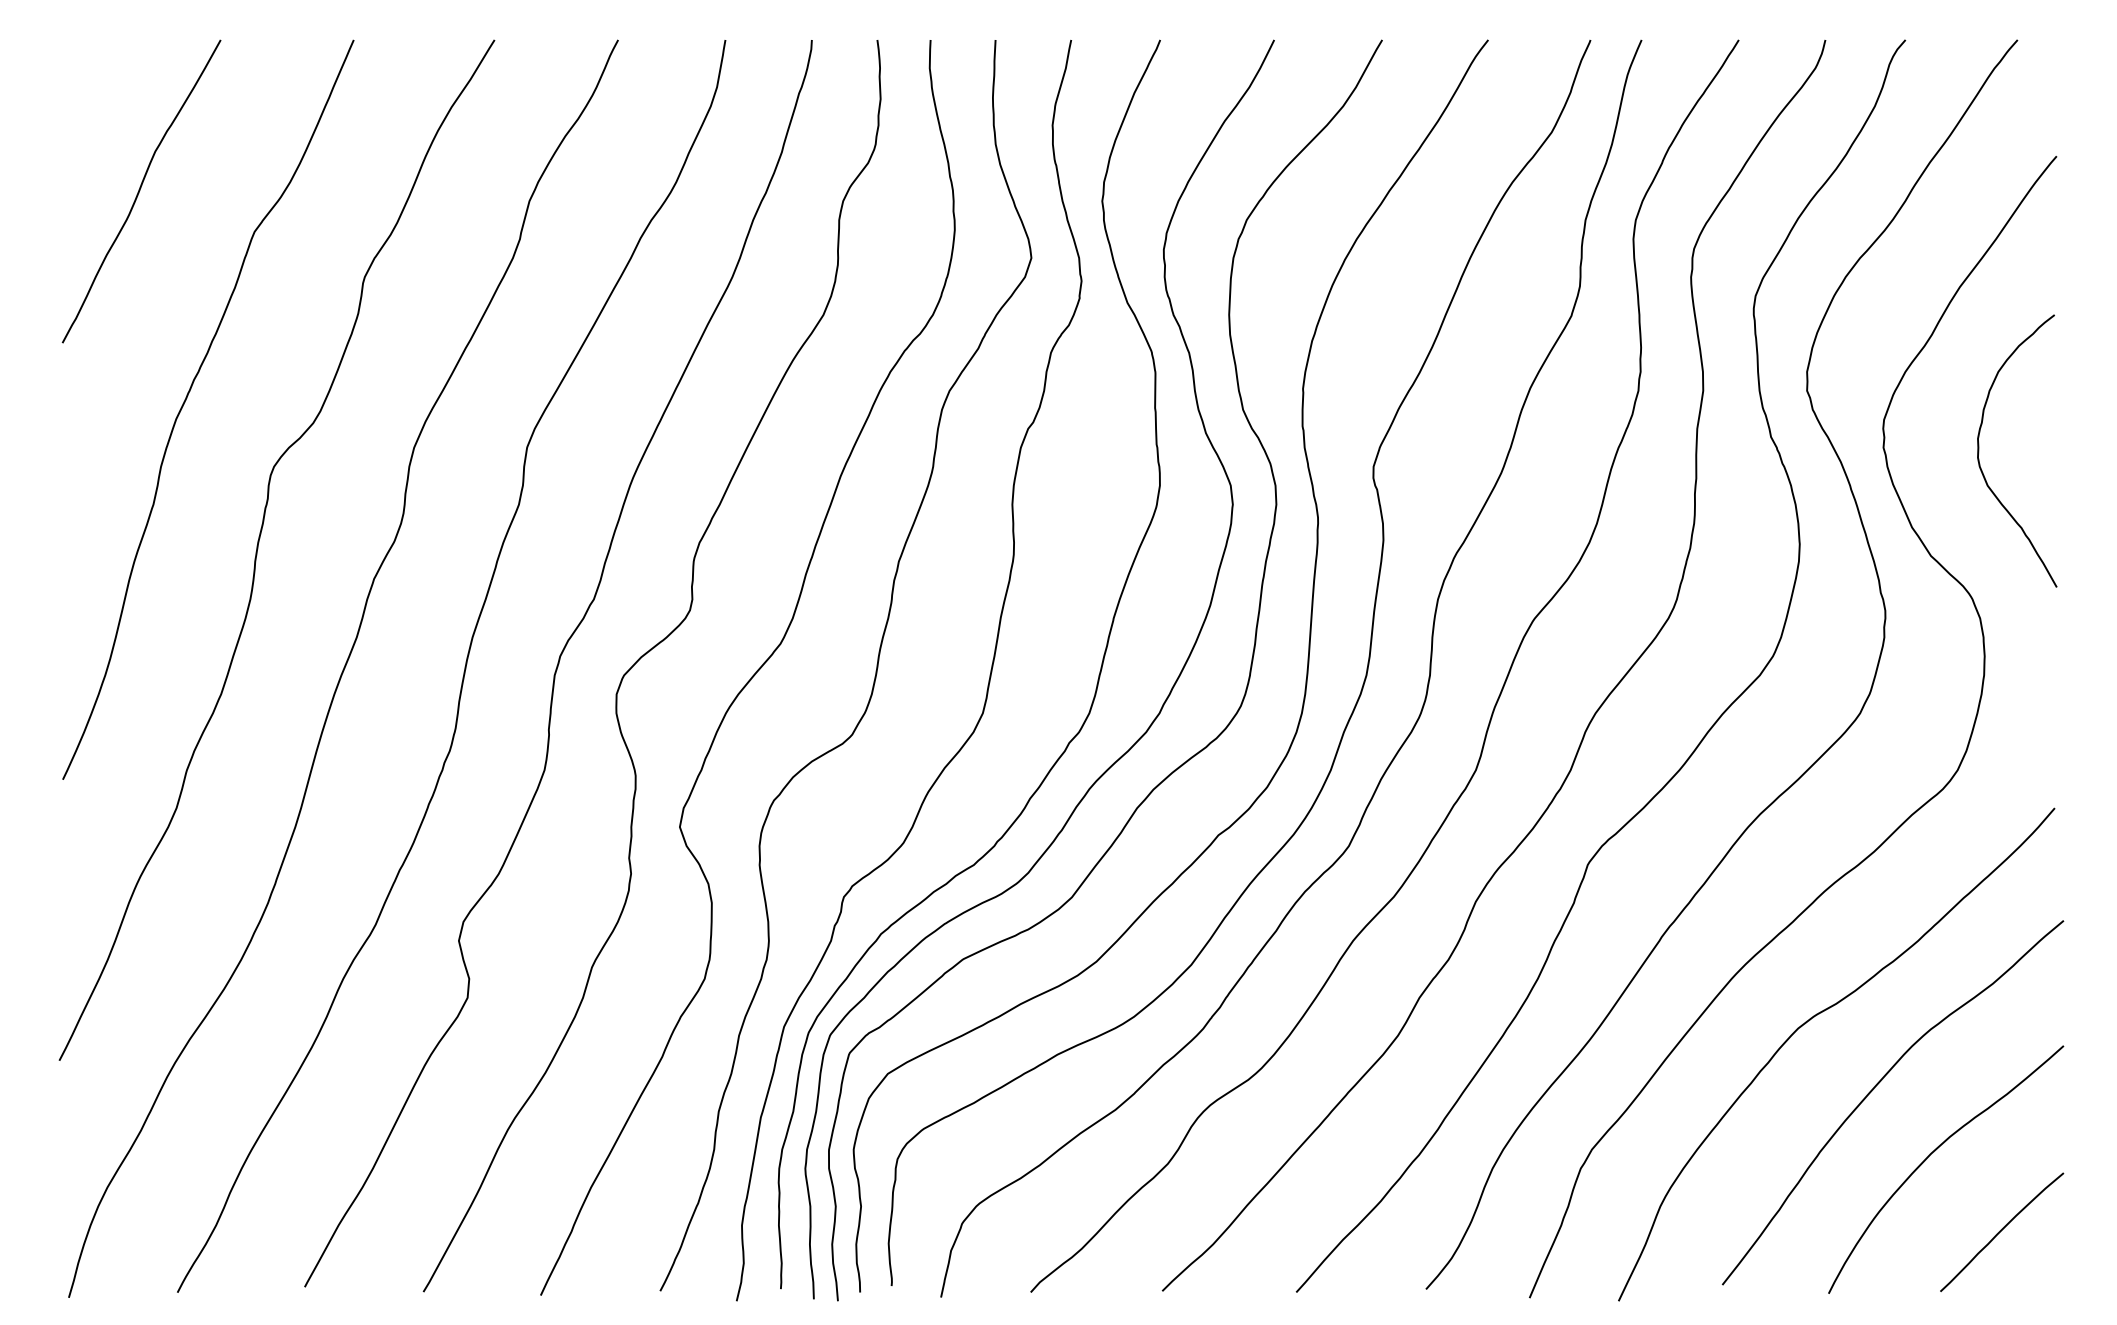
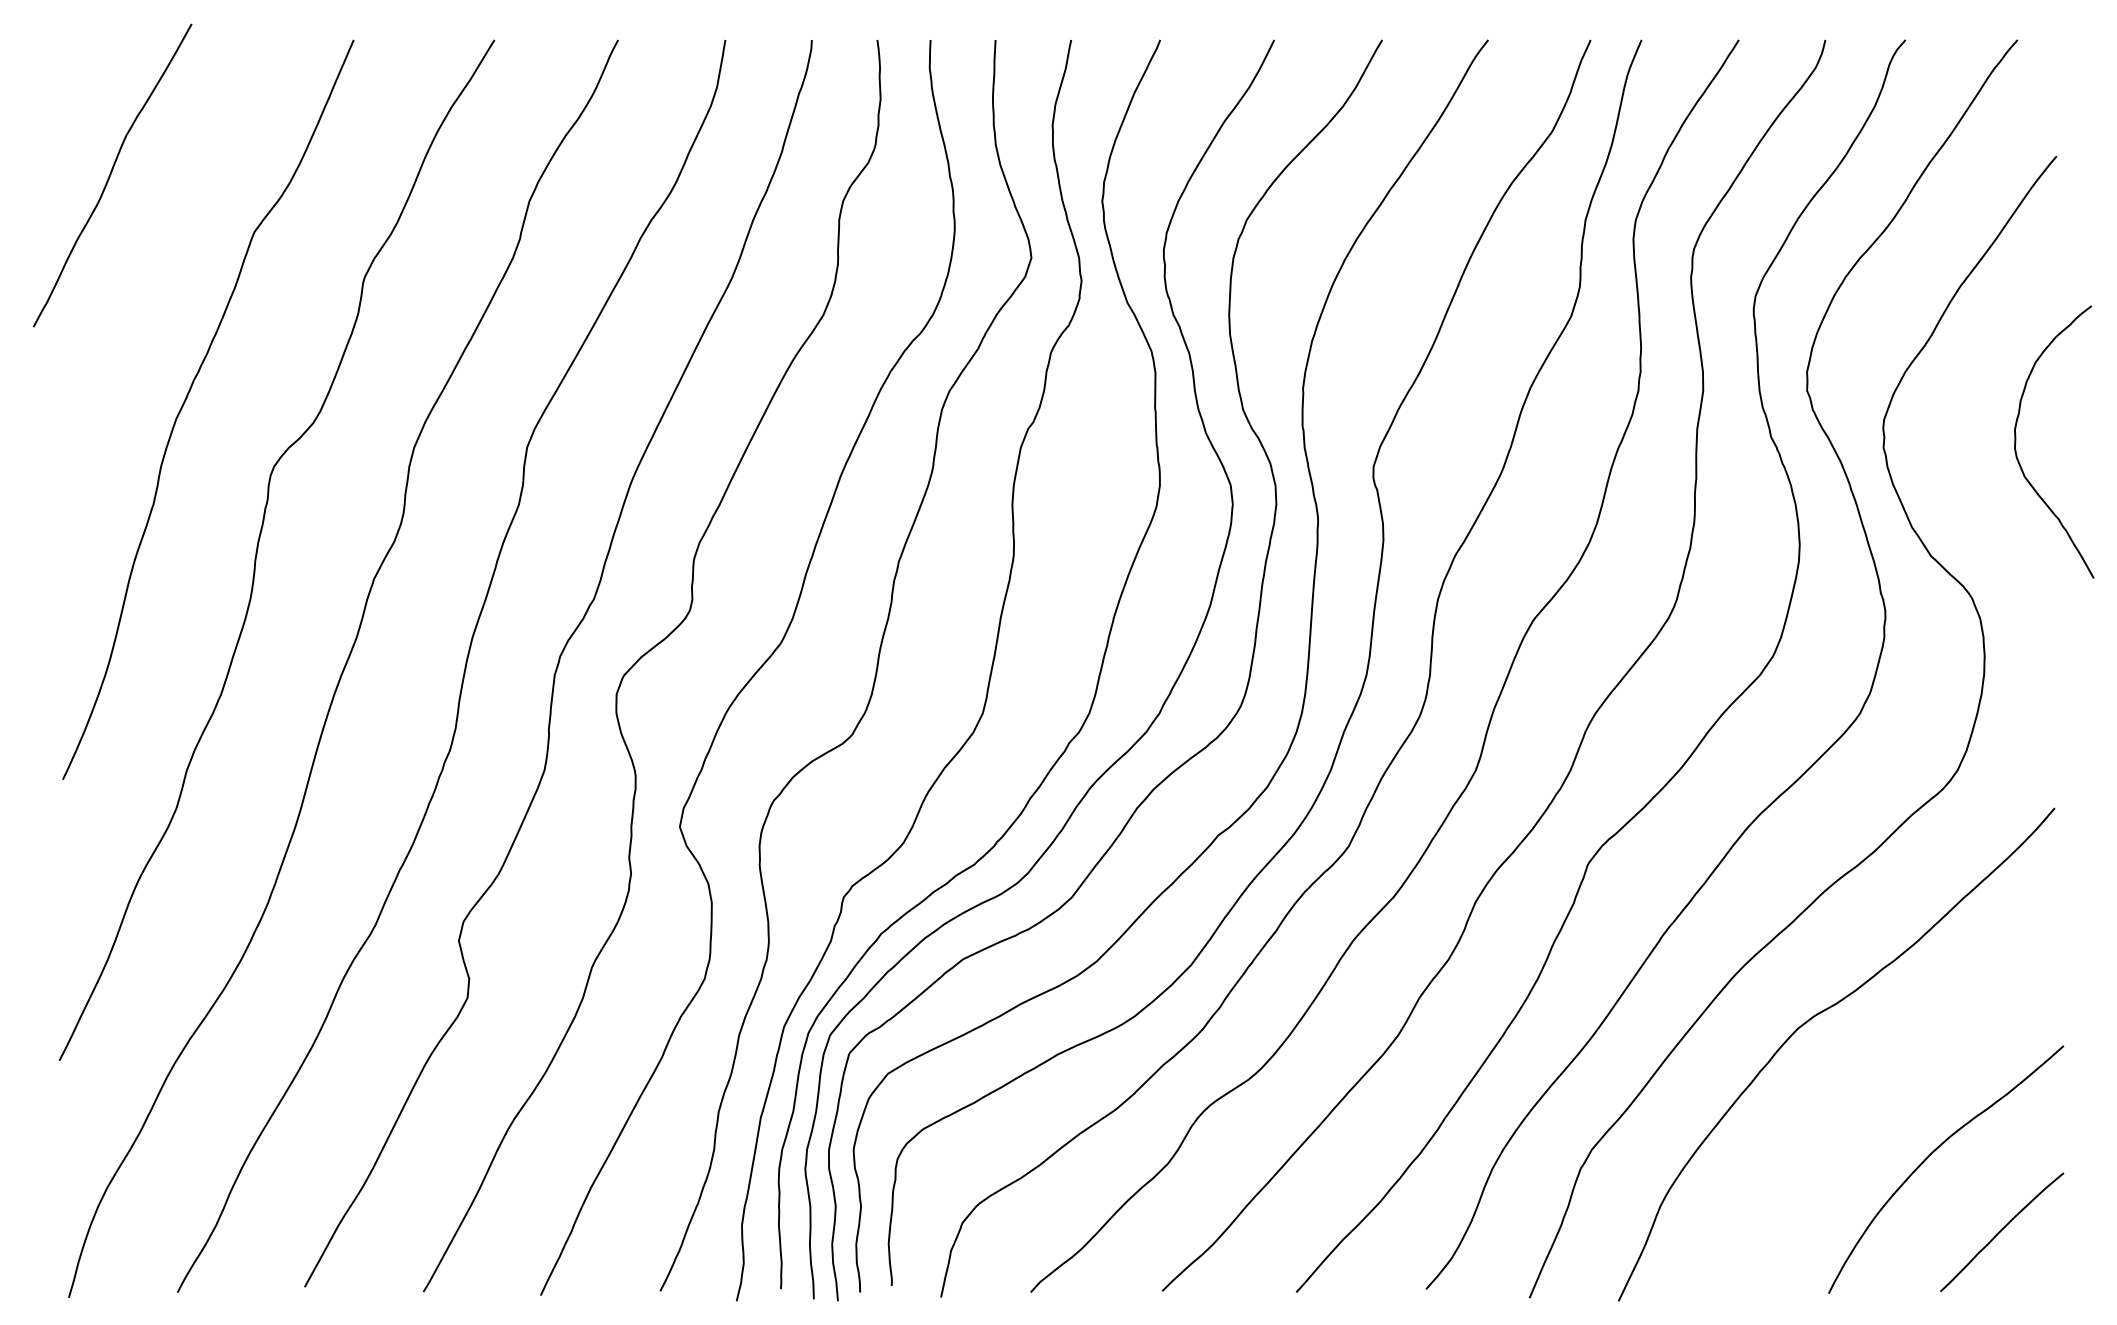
curve at (140, 190) position: (140, 190) -> (111, 174)
curve at (1979, 450) position: (1979, 450) -> (2016, 441)
curve at (1873, 1090): present -> none
